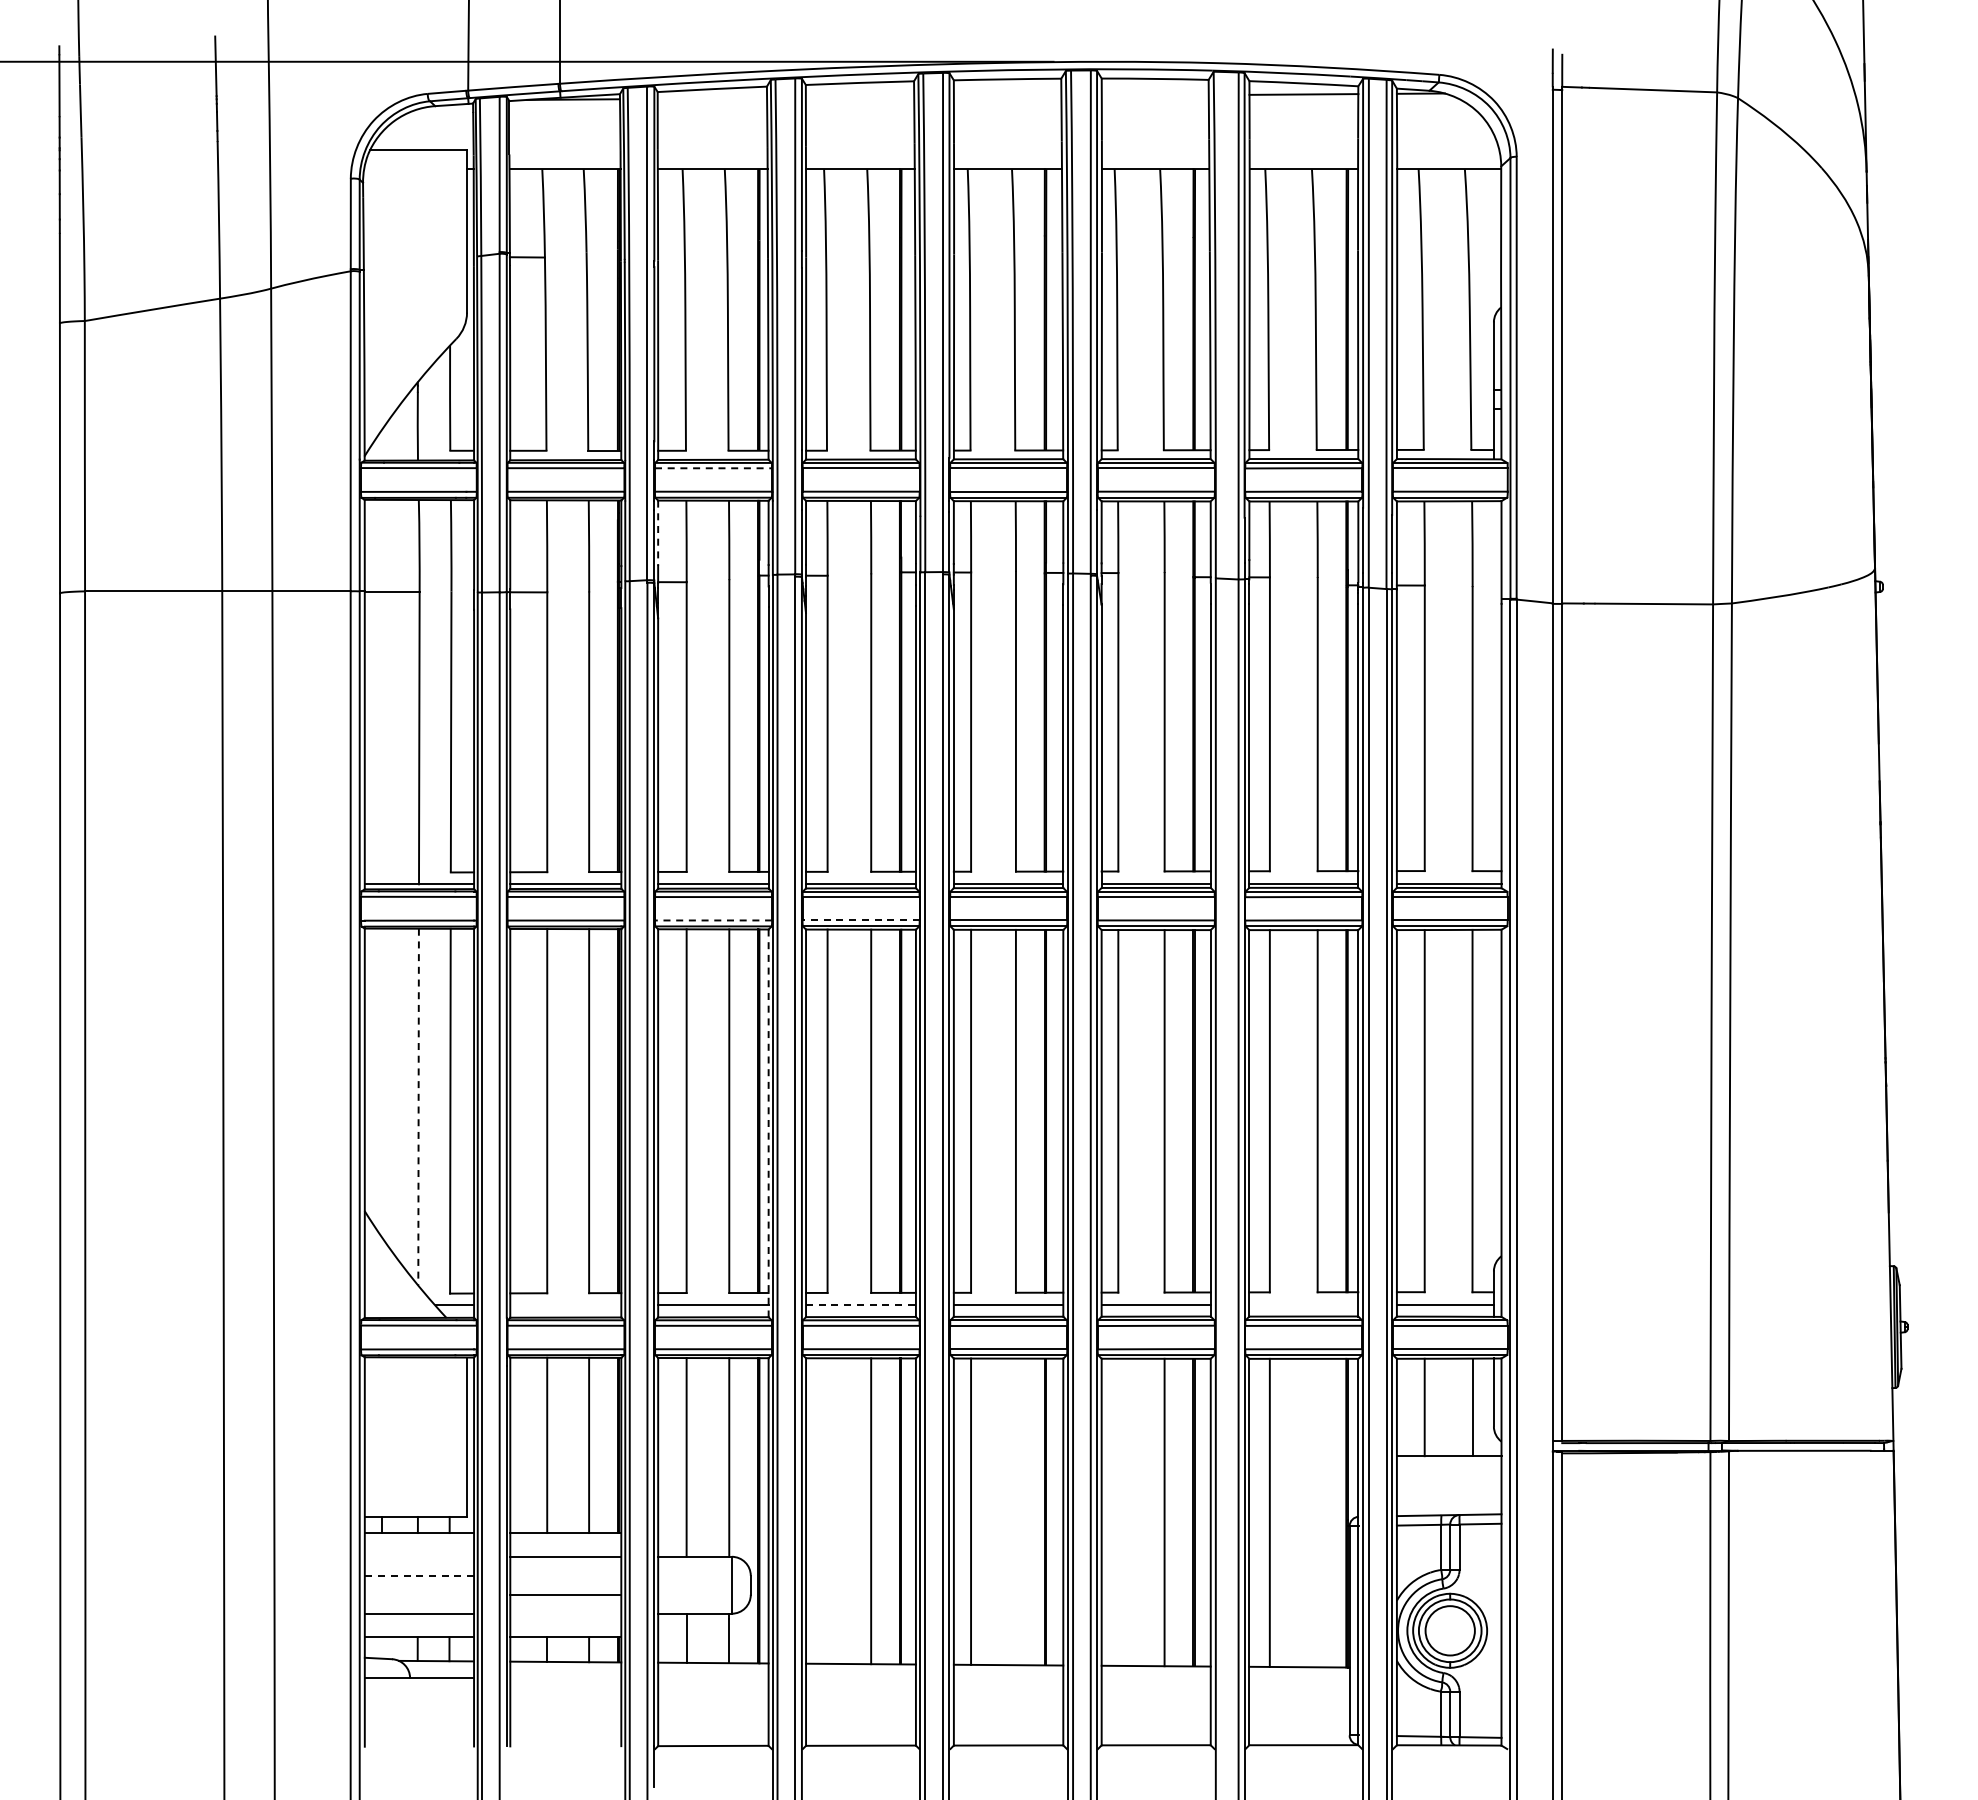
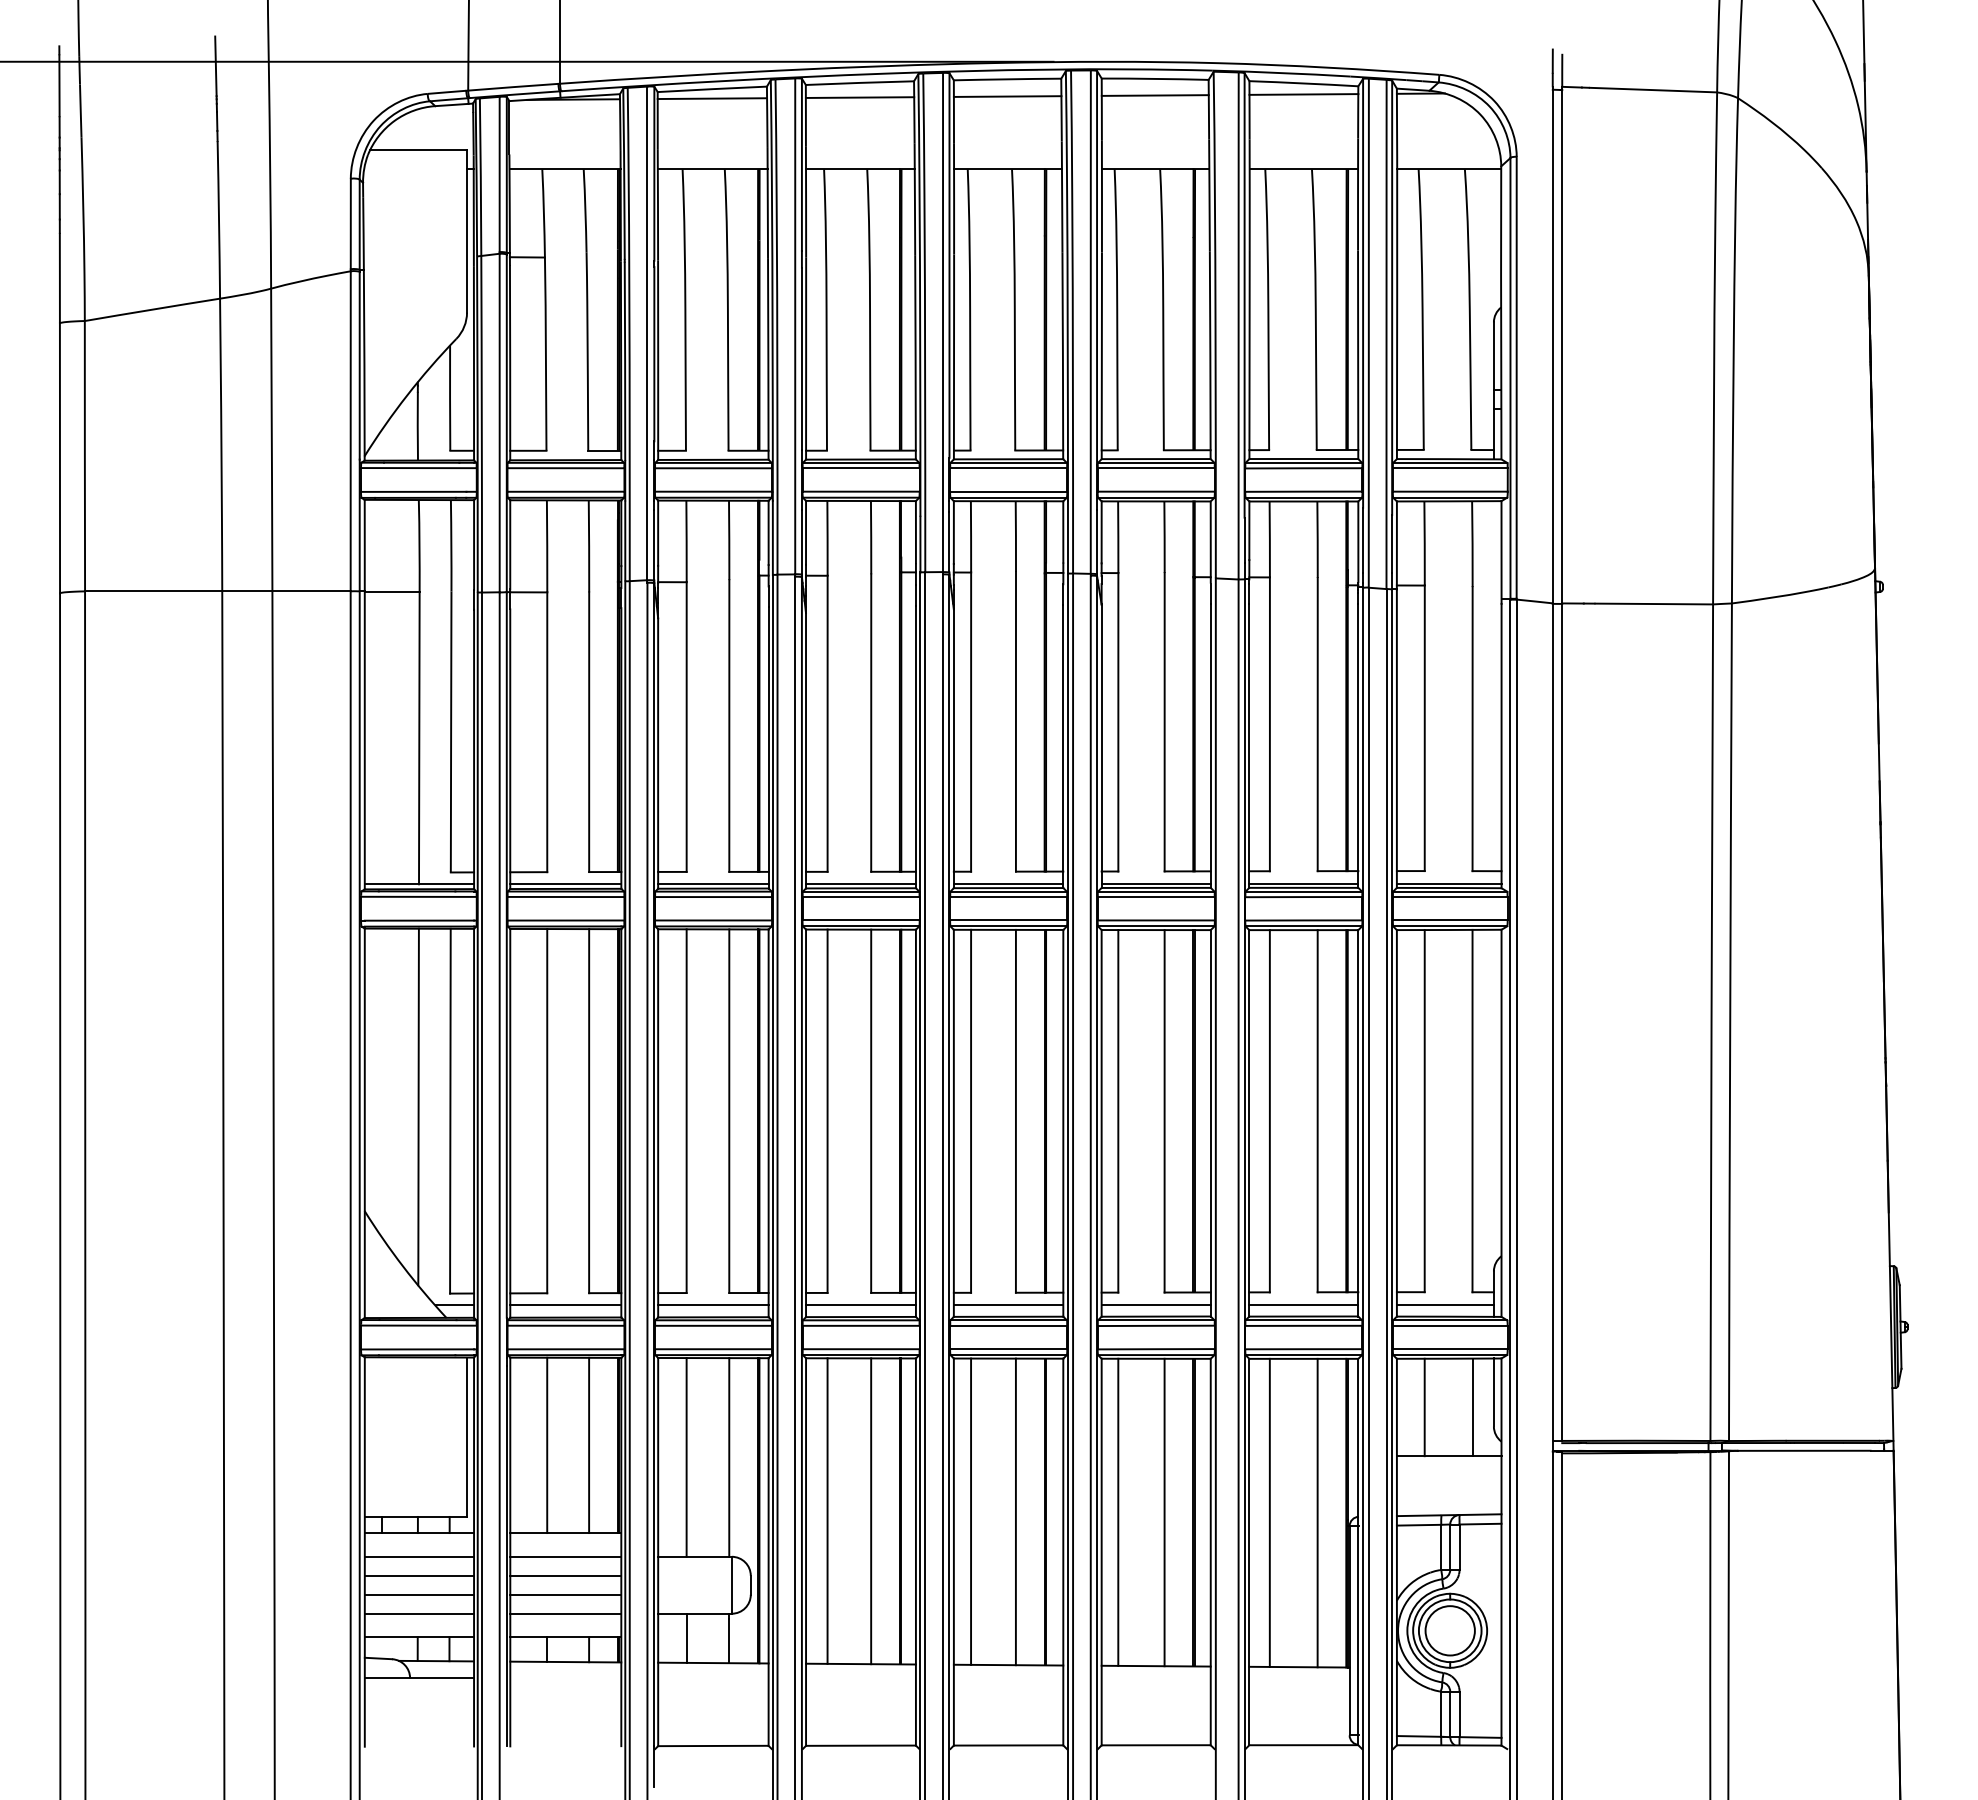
line at (1154, 95): none -> present
line at (1007, 96): none -> present
line at (859, 97): none -> present
line at (712, 98): none -> present
line at (713, 468): dashed -> solid
line at (658, 533): dashed -> solid
line at (713, 920): dashed -> solid
line at (861, 920): dashed -> solid
line at (418, 1107): dashed -> solid
line at (768, 1123): dashed -> solid
line at (565, 1305): none -> present
line at (860, 1305): dashed -> solid
line at (1303, 1305): none -> present
line at (827, 1510): none -> present
line at (1015, 1511): none -> present
line at (1118, 1511): none -> present
line at (1317, 1512): none -> present
line at (419, 1556): none -> present
line at (419, 1575): dashed -> solid
line at (565, 1575): none -> present
line at (419, 1594): none -> present
line at (565, 1613): none -> present
